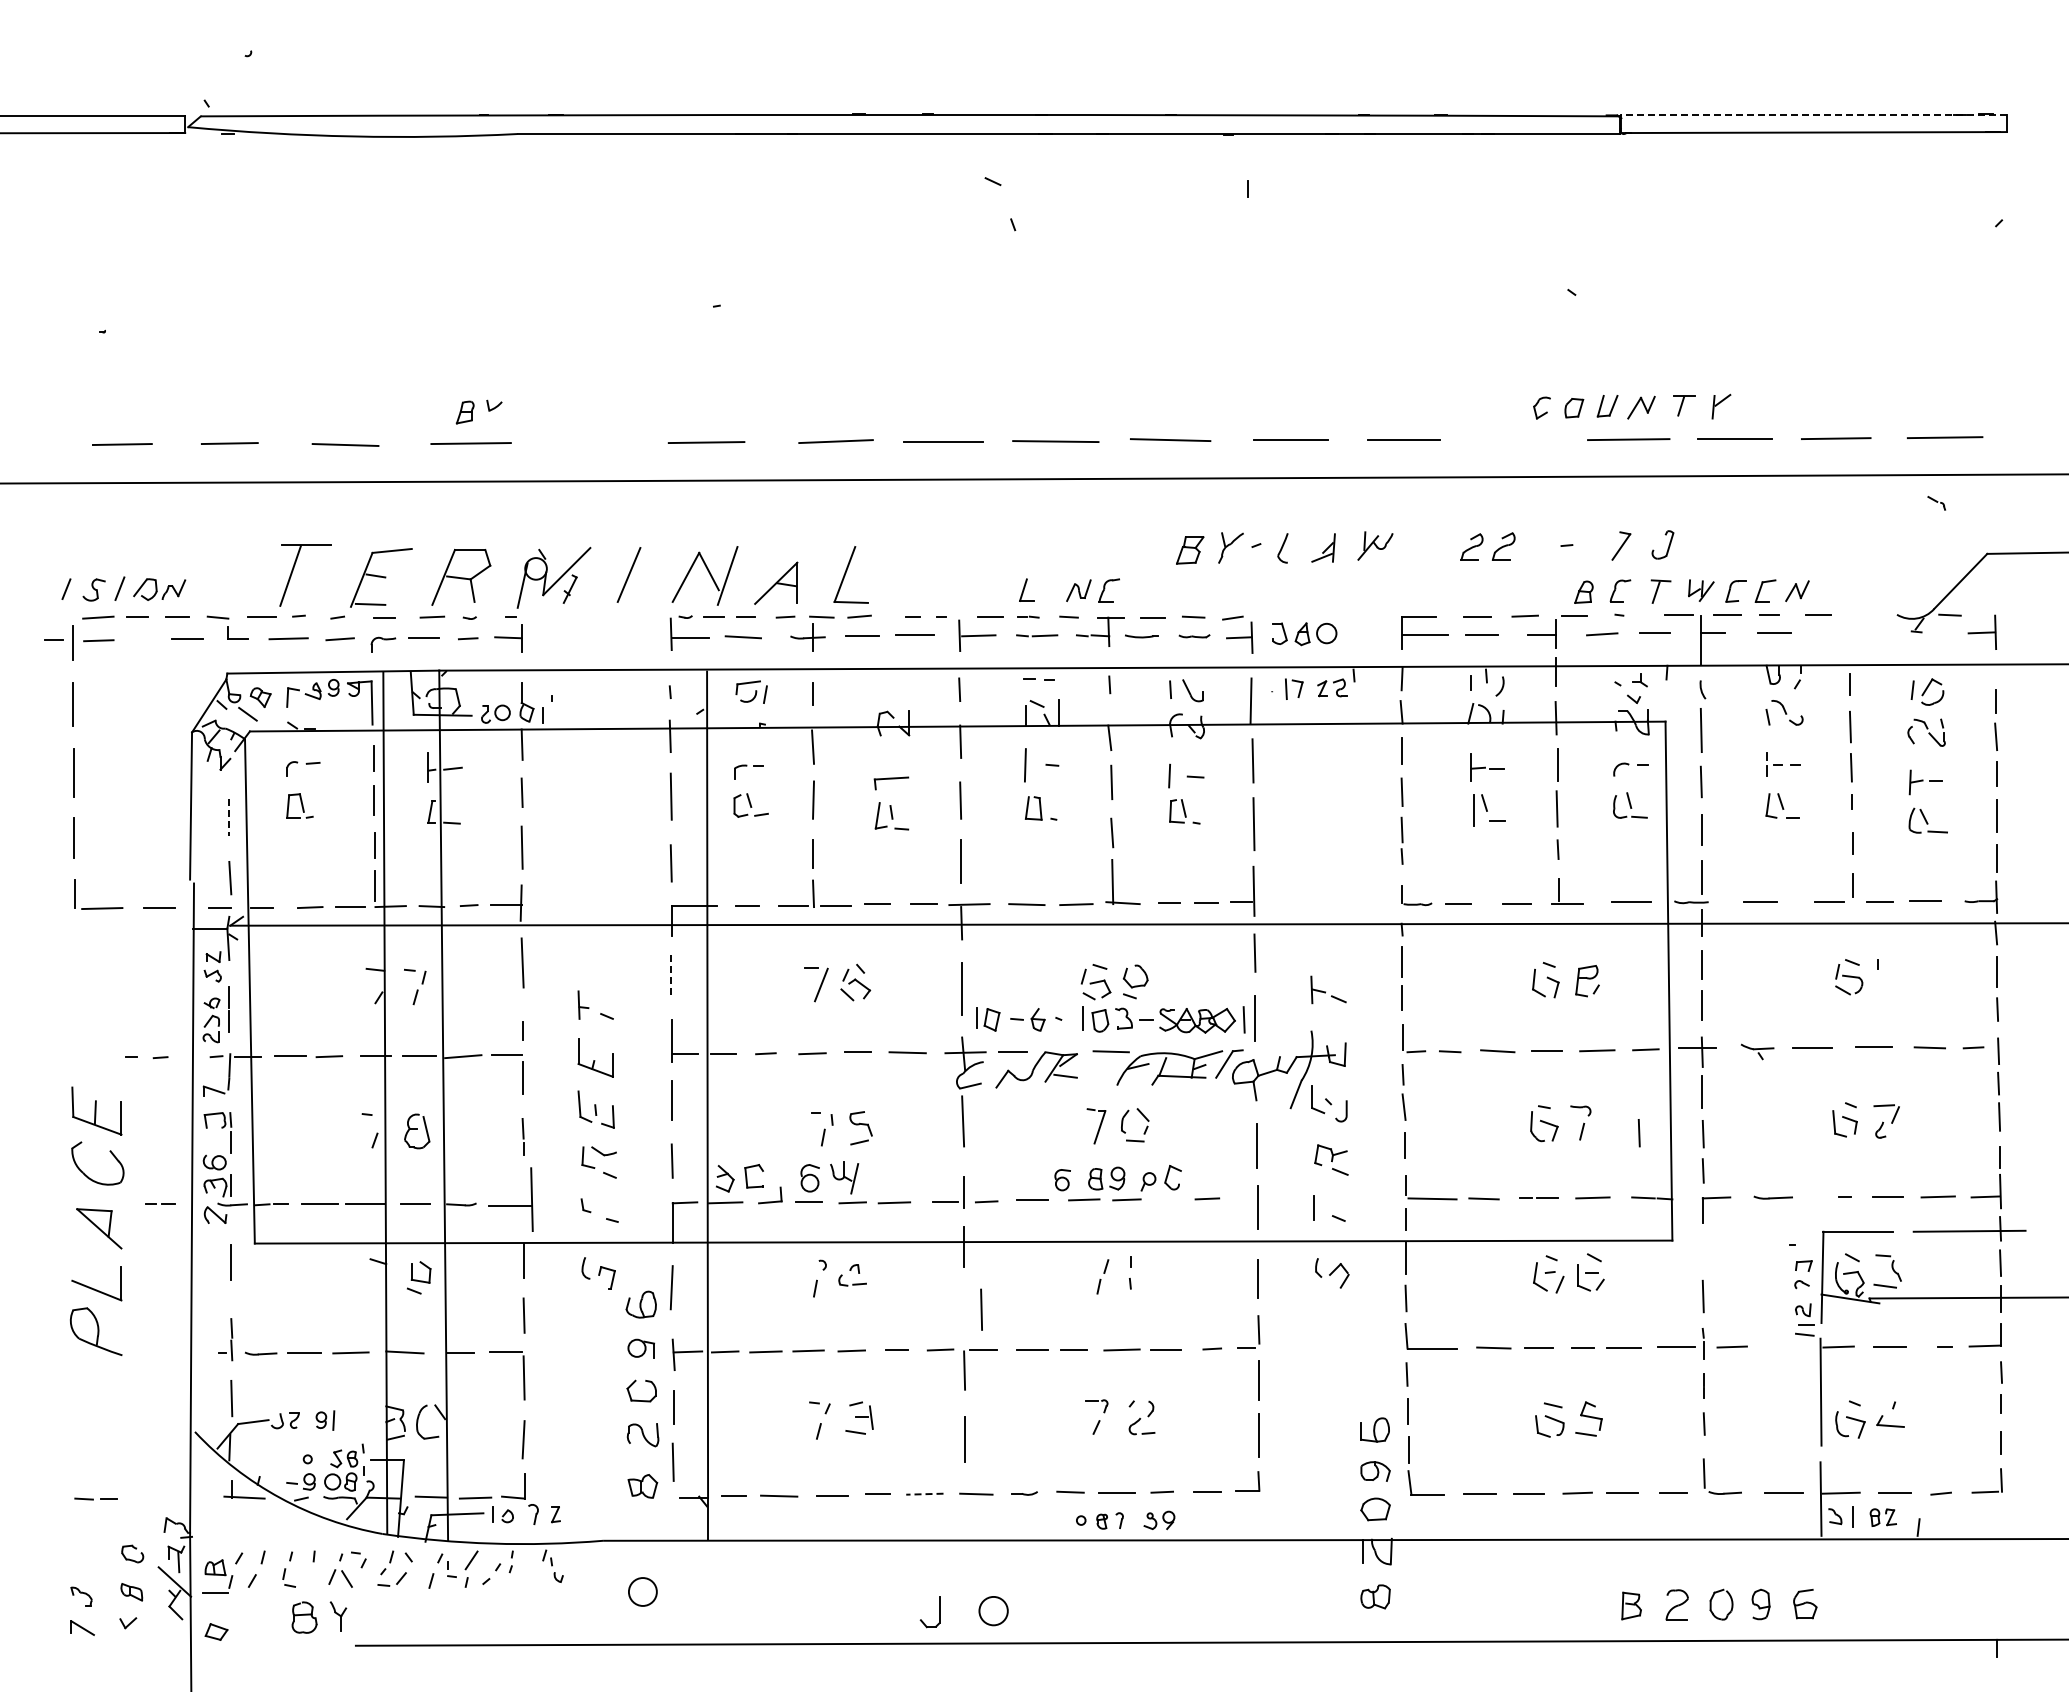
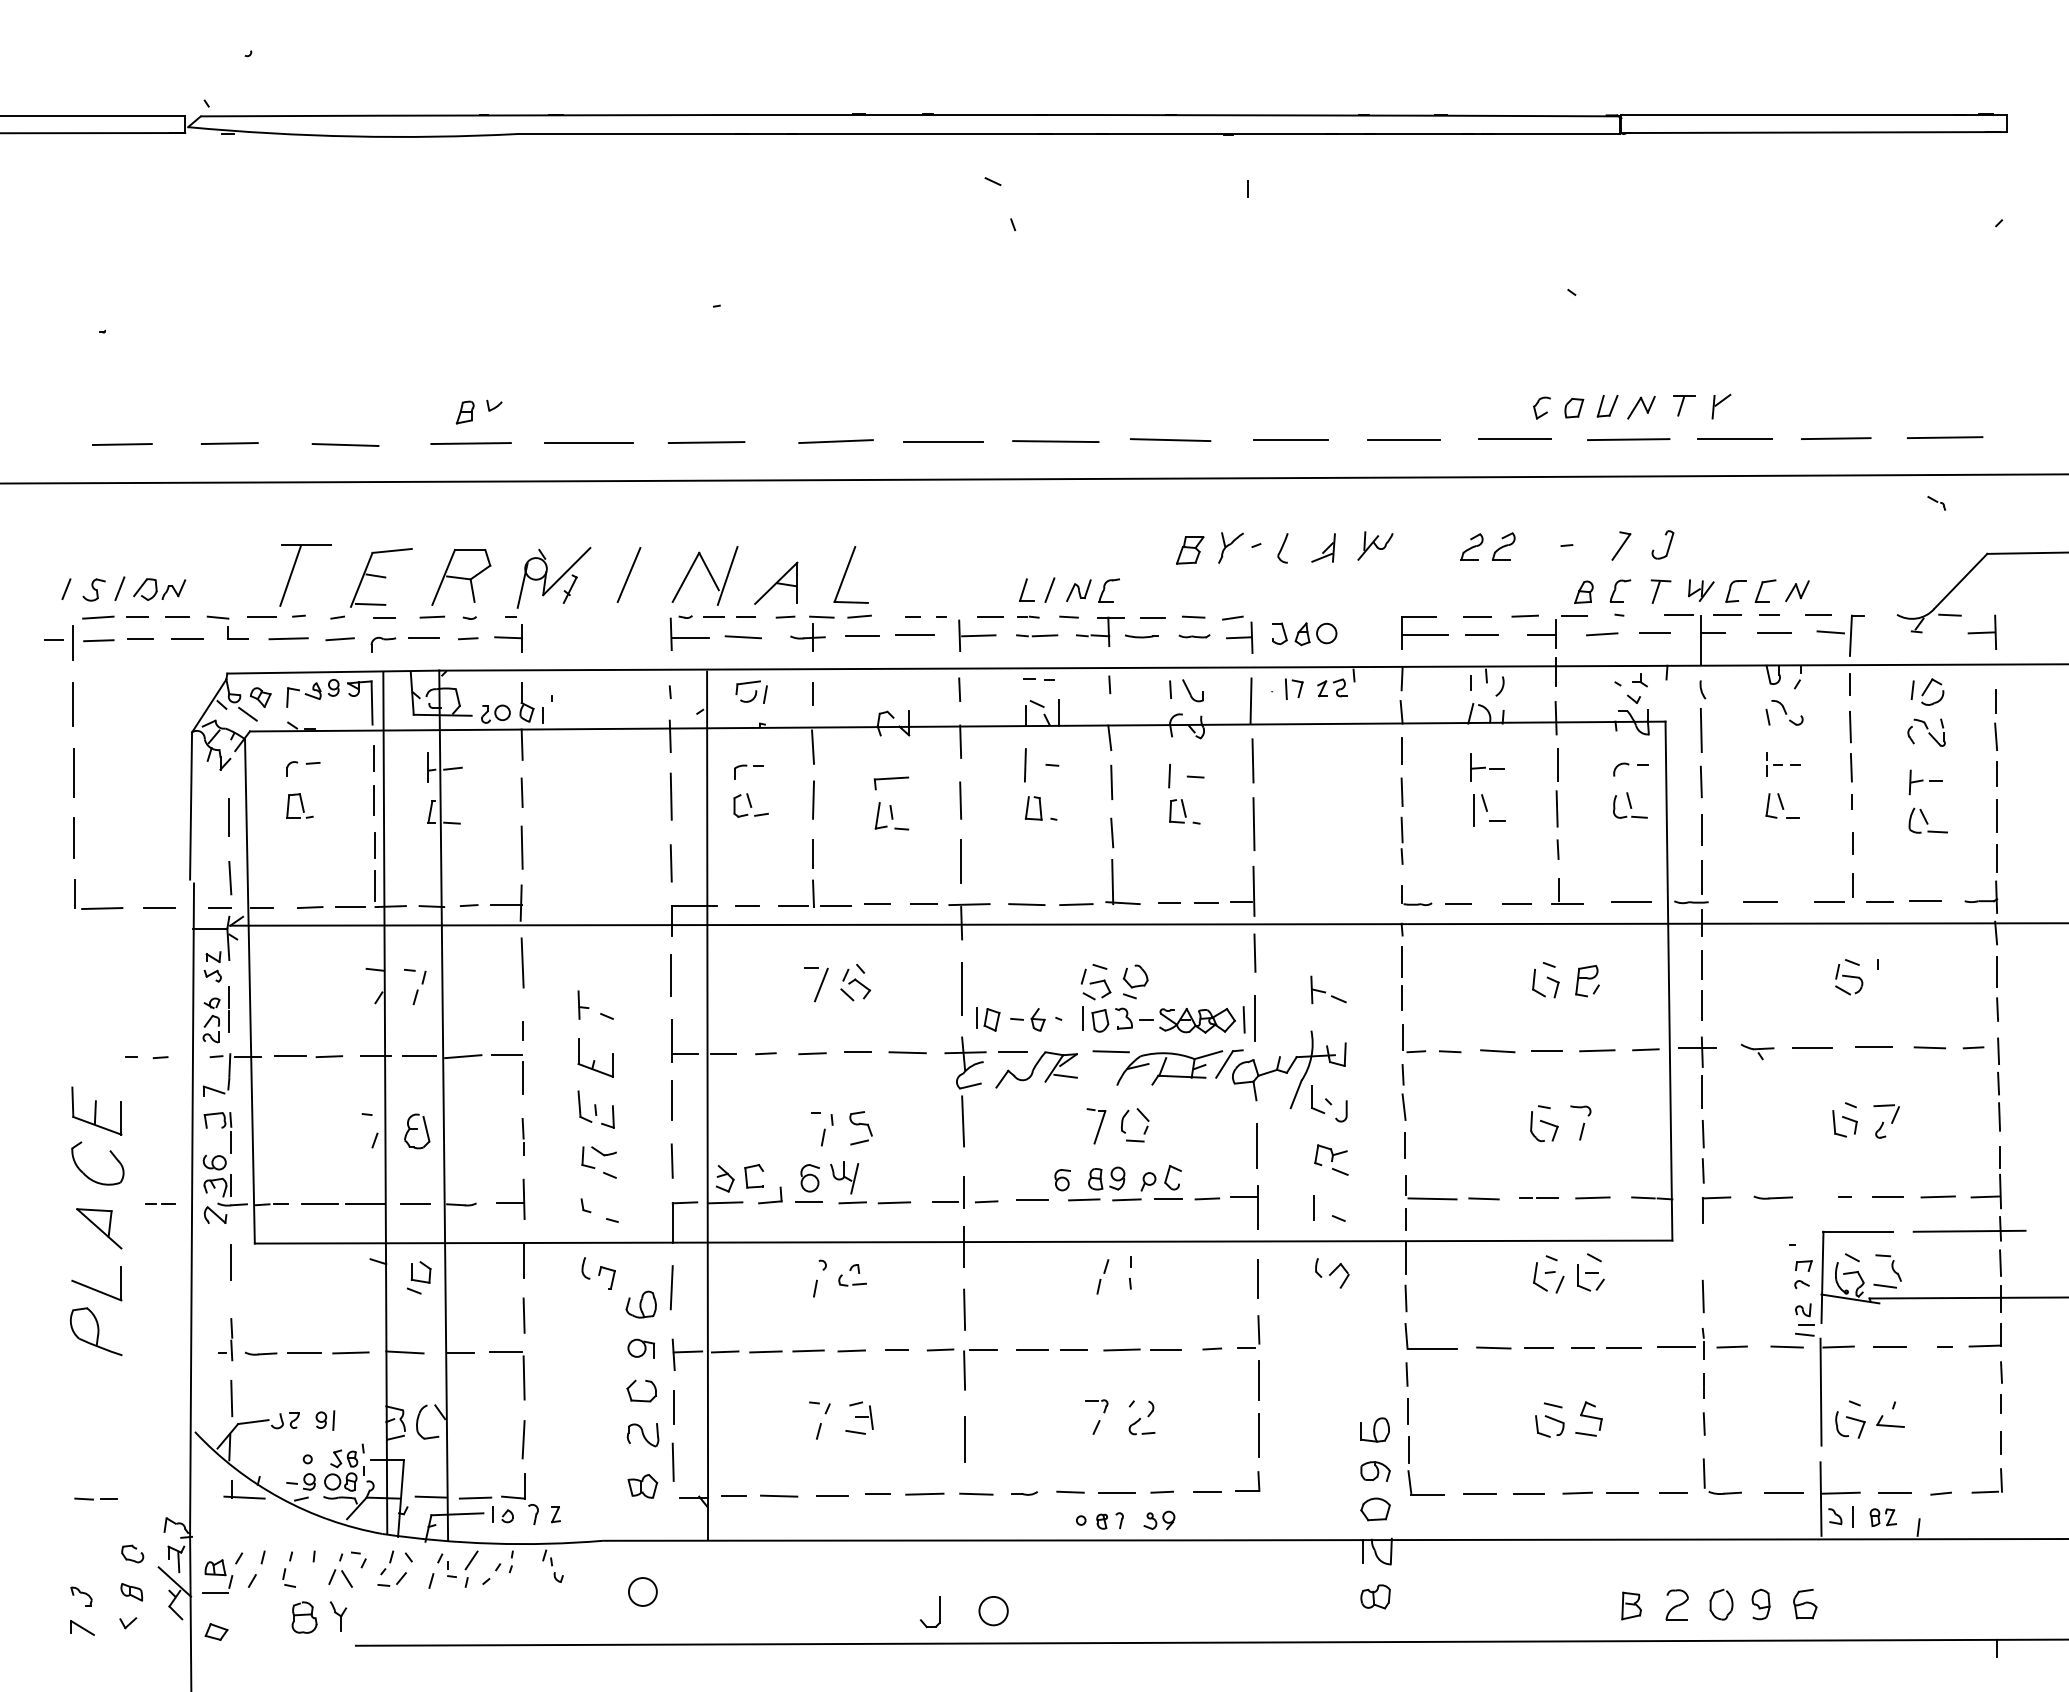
line at (1814, 115): dashed -> solid
line at (1514, 439): none -> present
line at (588, 443): none -> present
line at (1049, 589): none -> present
part at (1840, 635): none -> present
line at (140, 639): none -> present
line at (229, 817): dashed -> solid
line at (670, 975): dashed -> solid
line at (1638, 1133): present -> none
line at (1243, 1197): none -> present
part at (510, 1199) size: 46x65 px -> 30x42 px
line at (1168, 1199): none -> present
line at (981, 1309) position: (981, 1309) -> (964, 1309)
line at (1786, 1346): none -> present
line at (924, 1494): dashed -> solid
